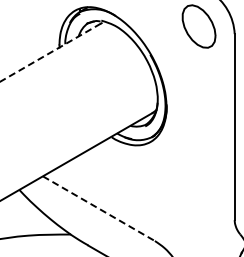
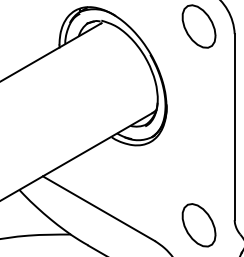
line at (50, 52): dashed -> solid
line at (98, 208): dashed -> solid
part at (198, 225): none -> present
